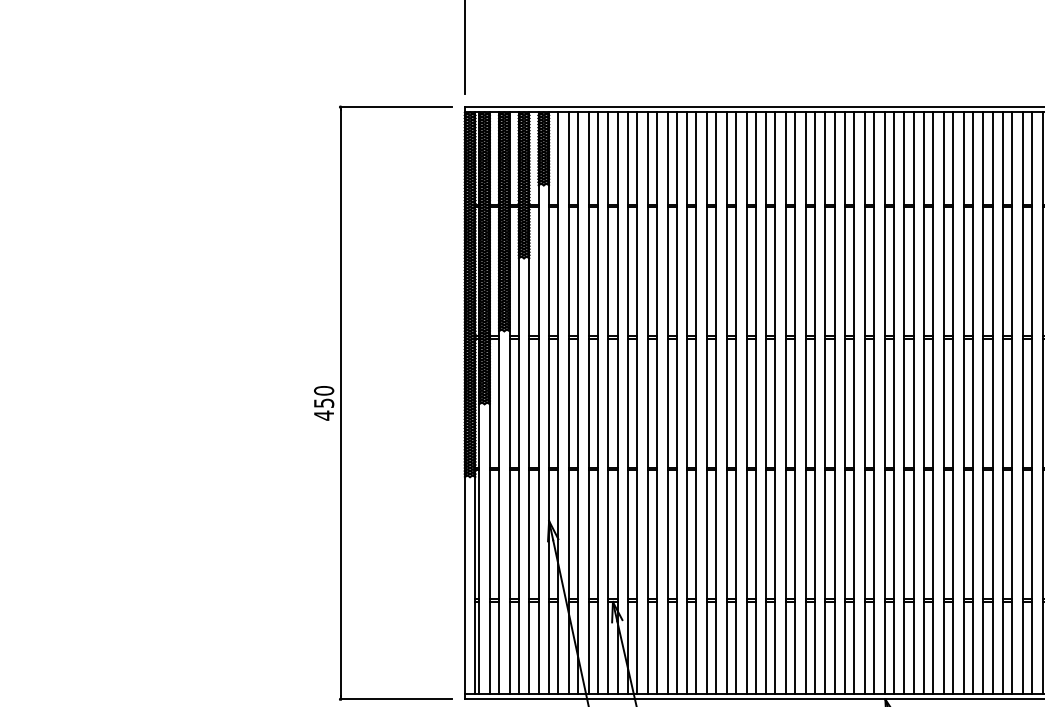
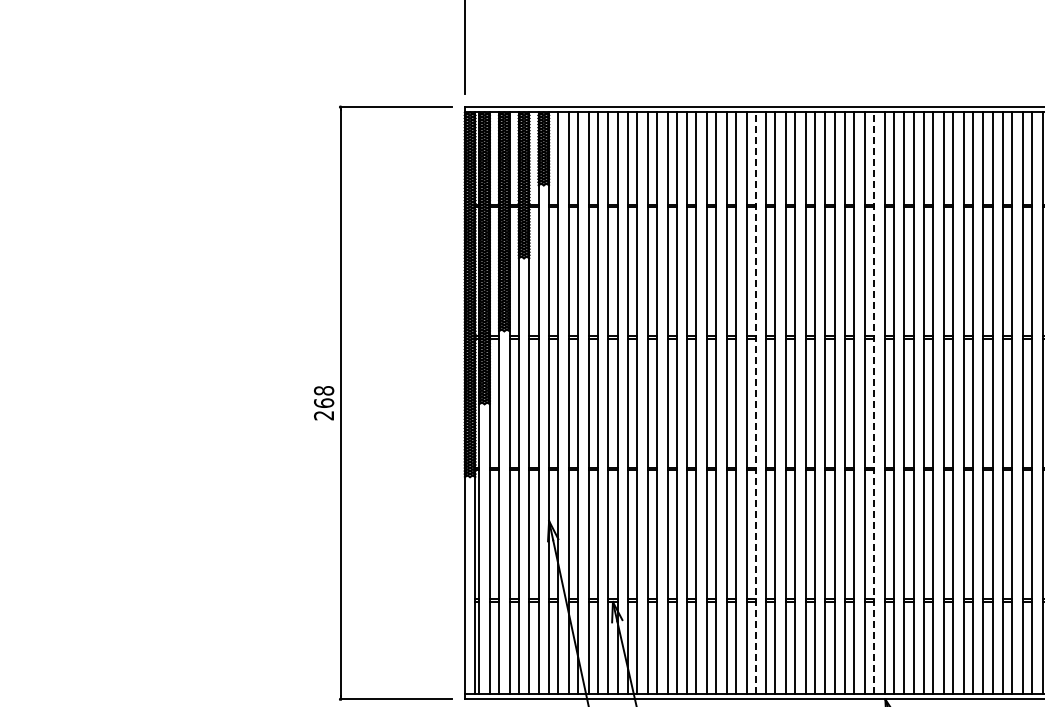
text at (324, 403): 450 -> 268
line at (755, 403): solid -> dashed
line at (874, 403): solid -> dashed
